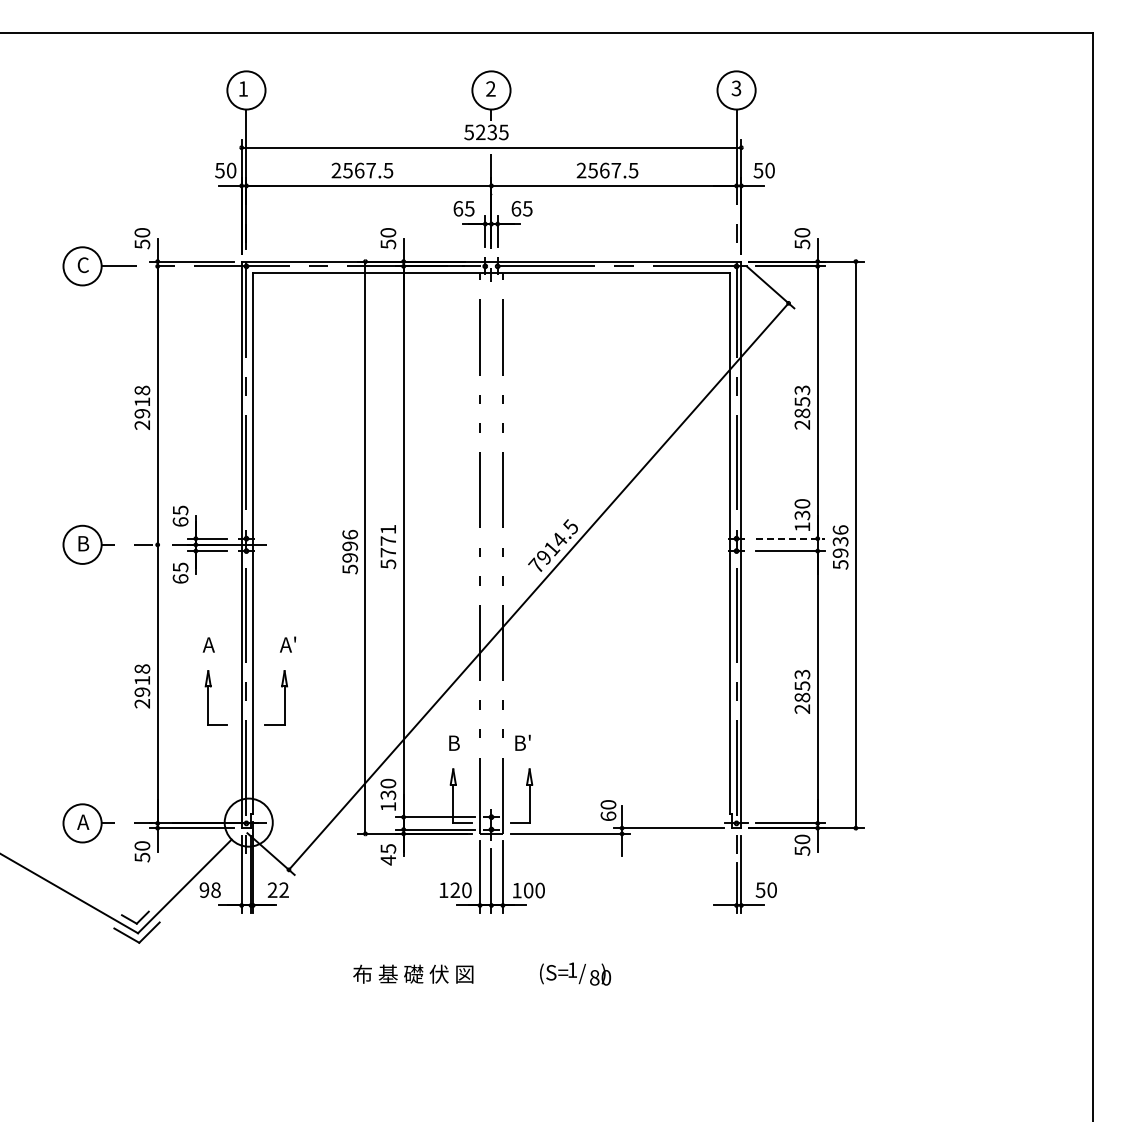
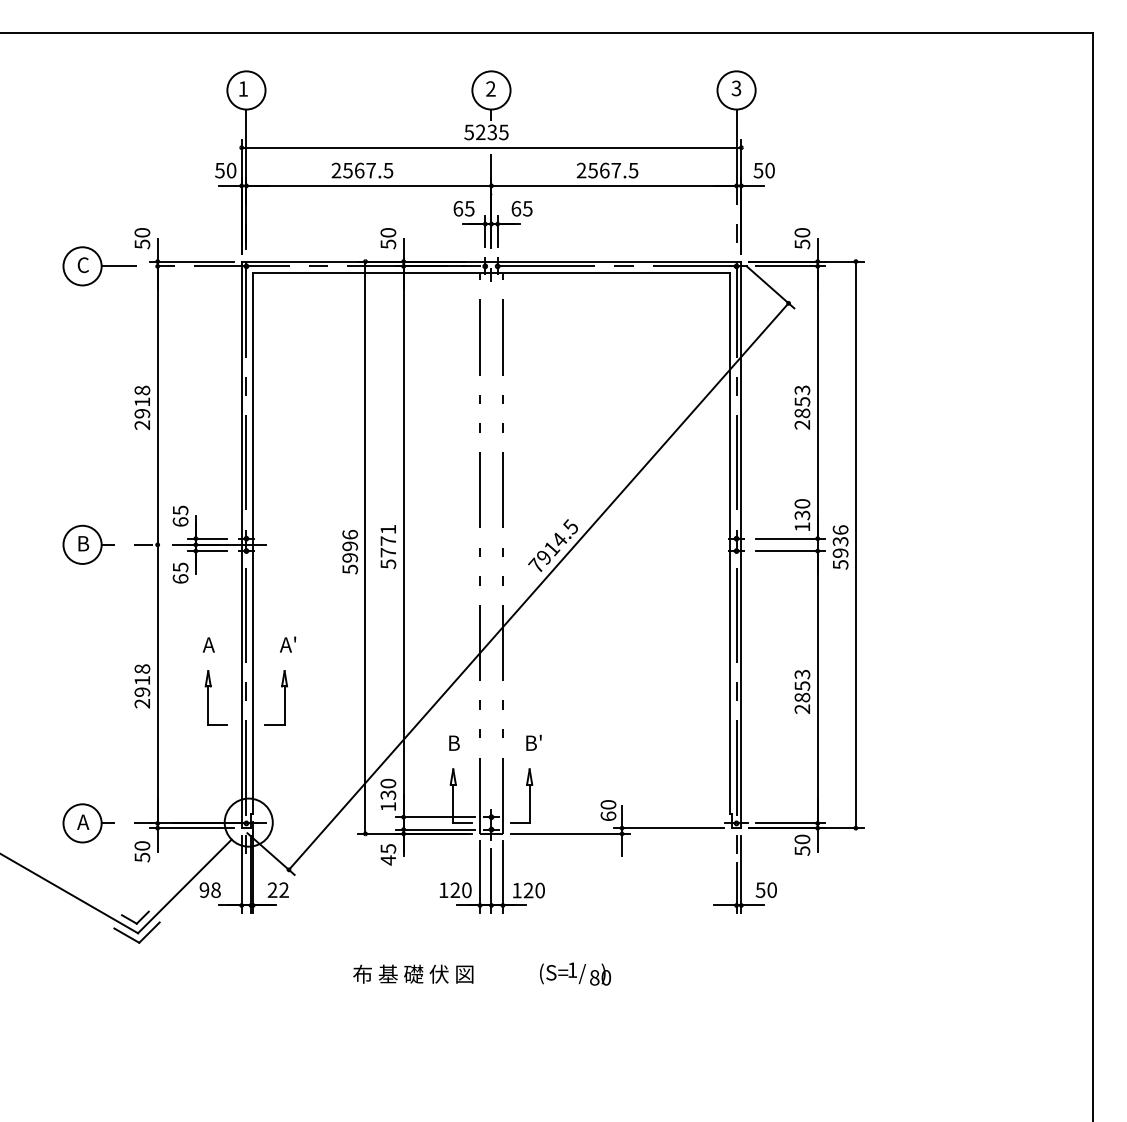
line at (790, 538): dashed -> solid
text at (522, 742) position: (522, 742) -> (533, 742)
text at (528, 890): 100 -> 120
